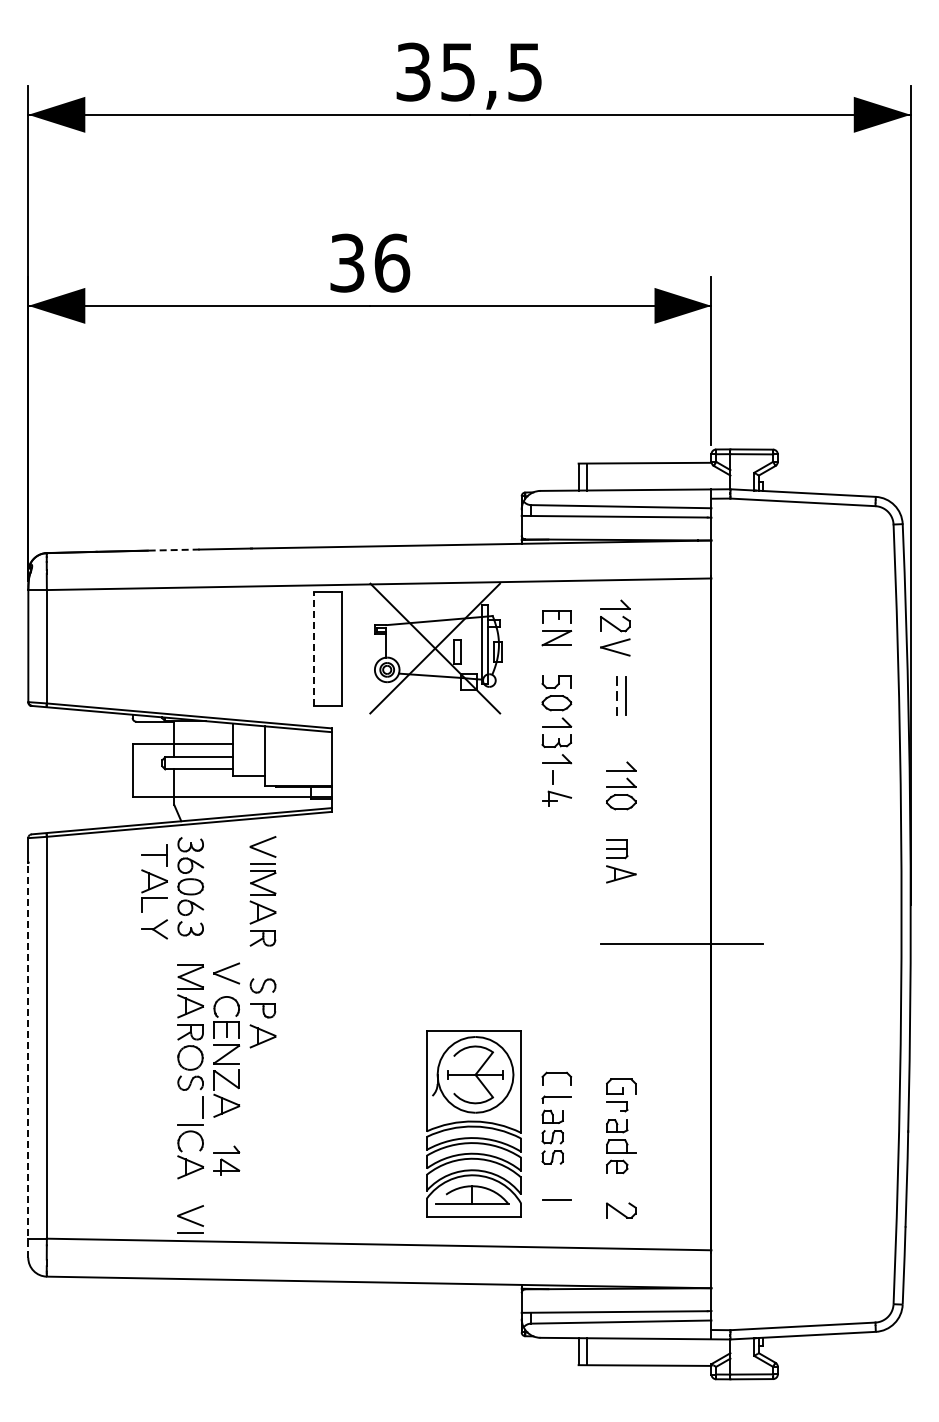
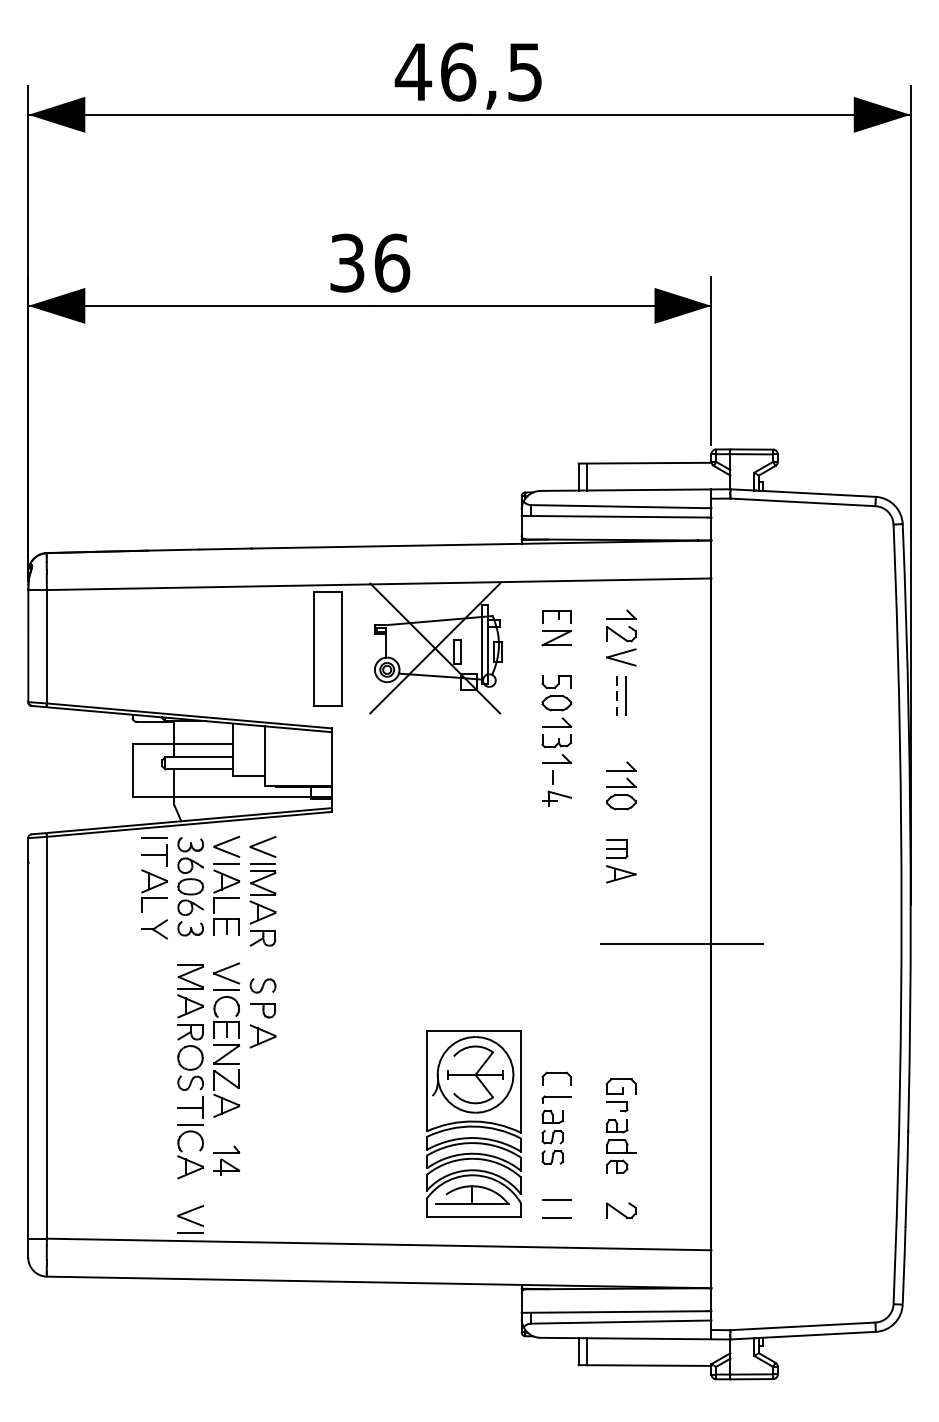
text at (435, 71): 35,5 -> 46,5
line at (173, 550): dashed -> solid
part at (615, 627) position: (615, 627) -> (621, 637)
line at (313, 648): dashed -> solid
line at (154, 838): none -> present
part at (226, 885): none -> present
line at (226, 990): none -> present
line at (28, 1059): dashed -> solid
line at (190, 1107): none -> present
line at (556, 1217): none -> present
